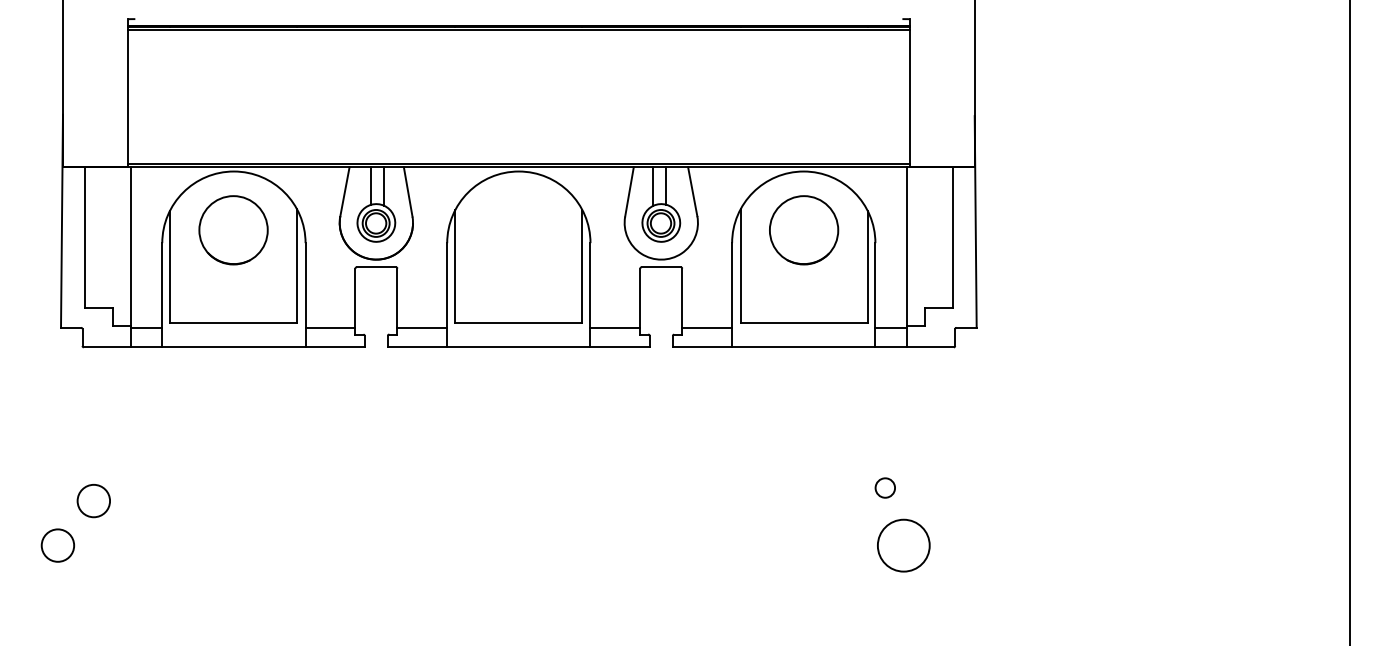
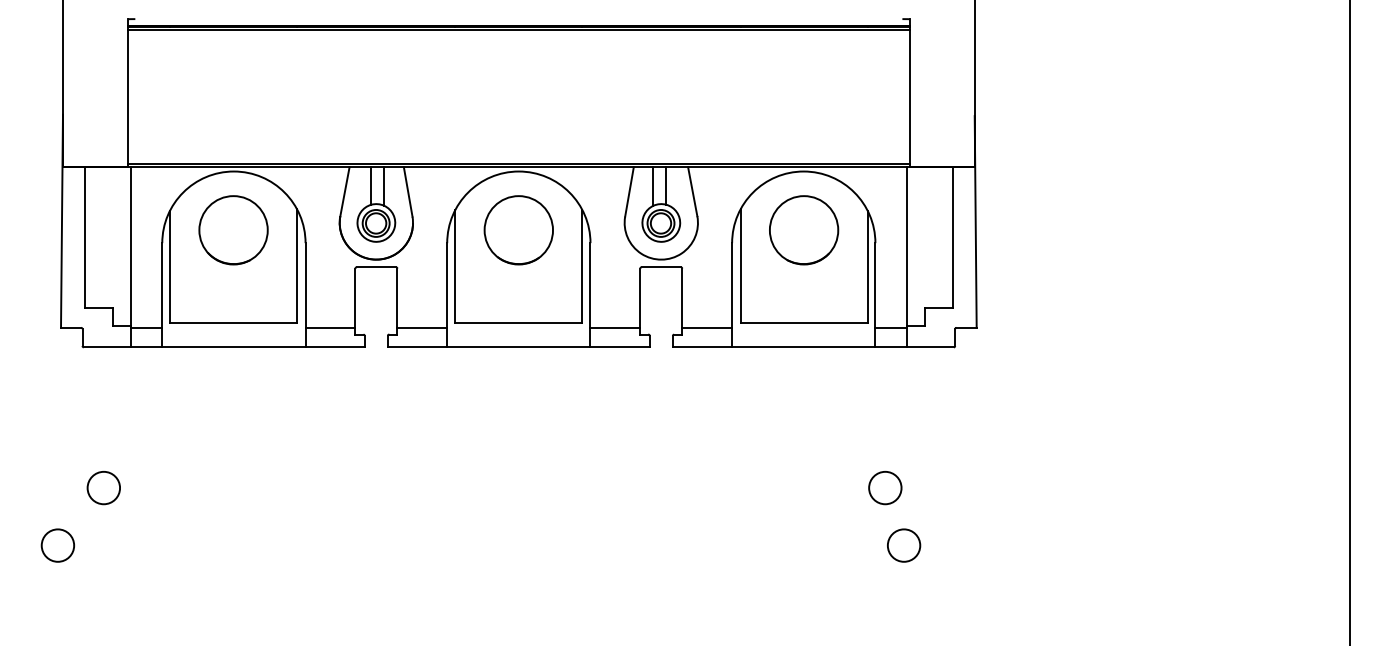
circle at (518, 230): none -> present
circle at (885, 487) diameter: 19 px -> 32 px
circle at (93, 501) position: (93, 501) -> (103, 488)
circle at (903, 545) size: 54x55 px -> 35x35 px
